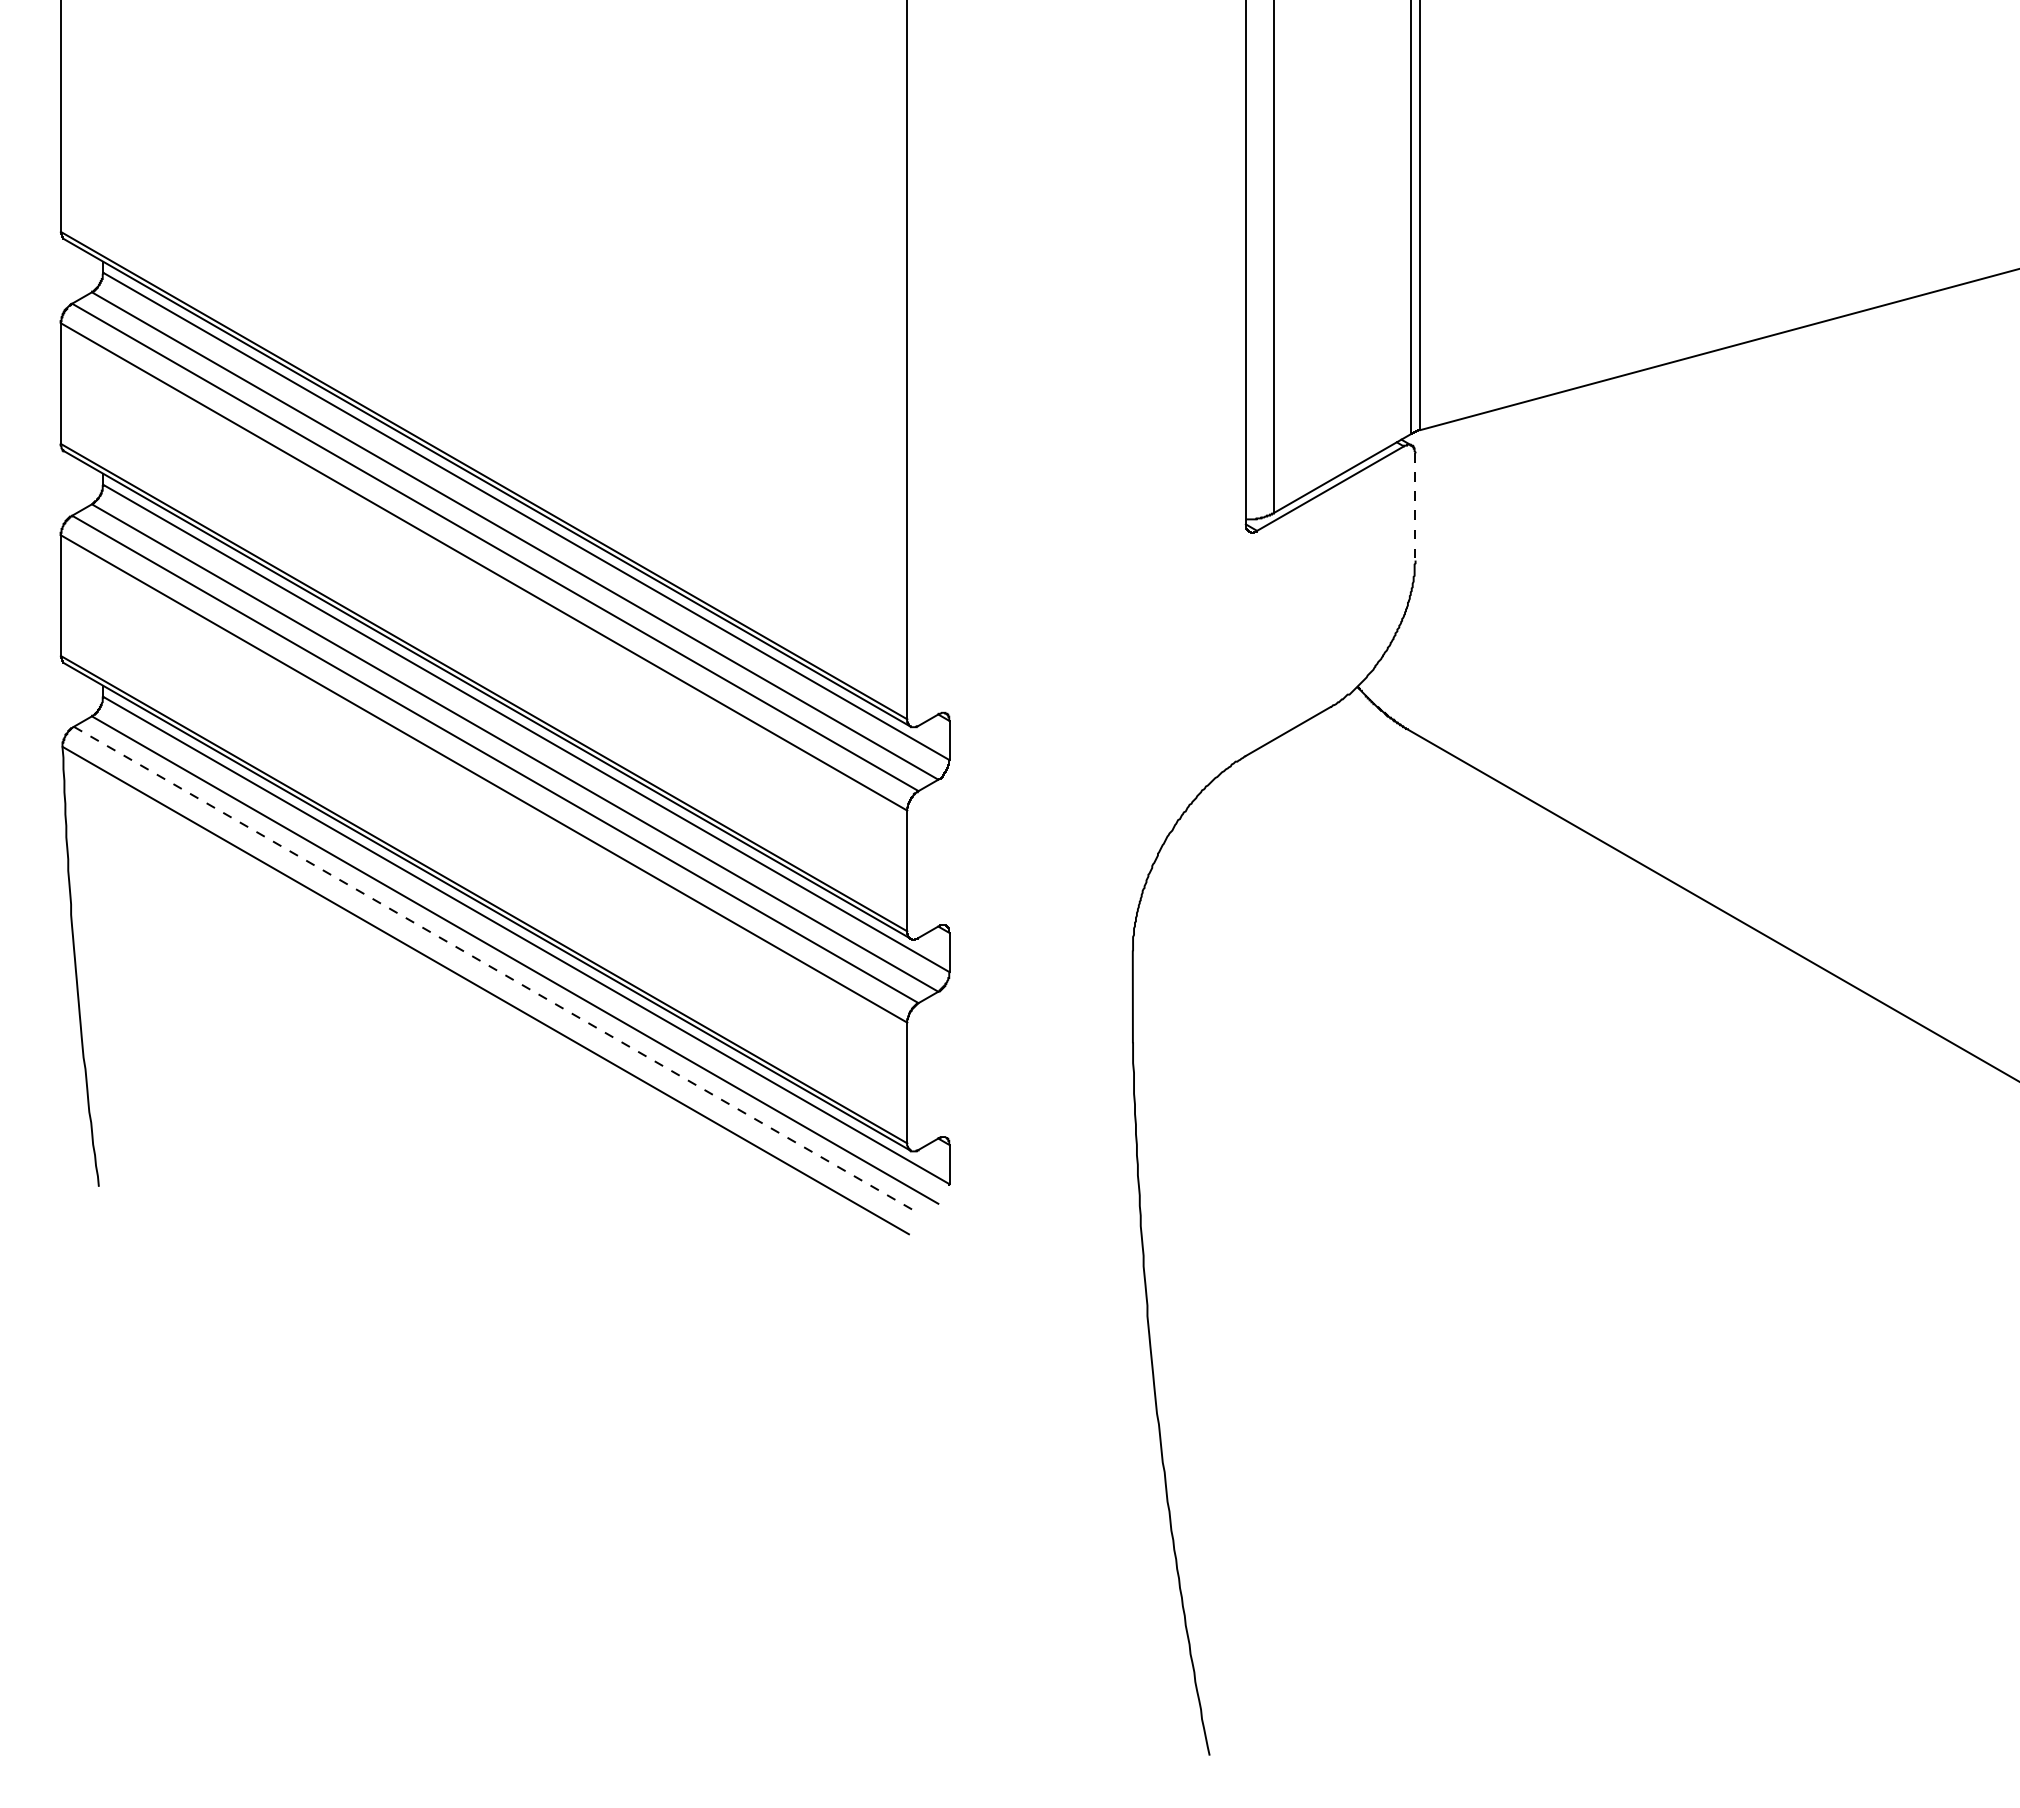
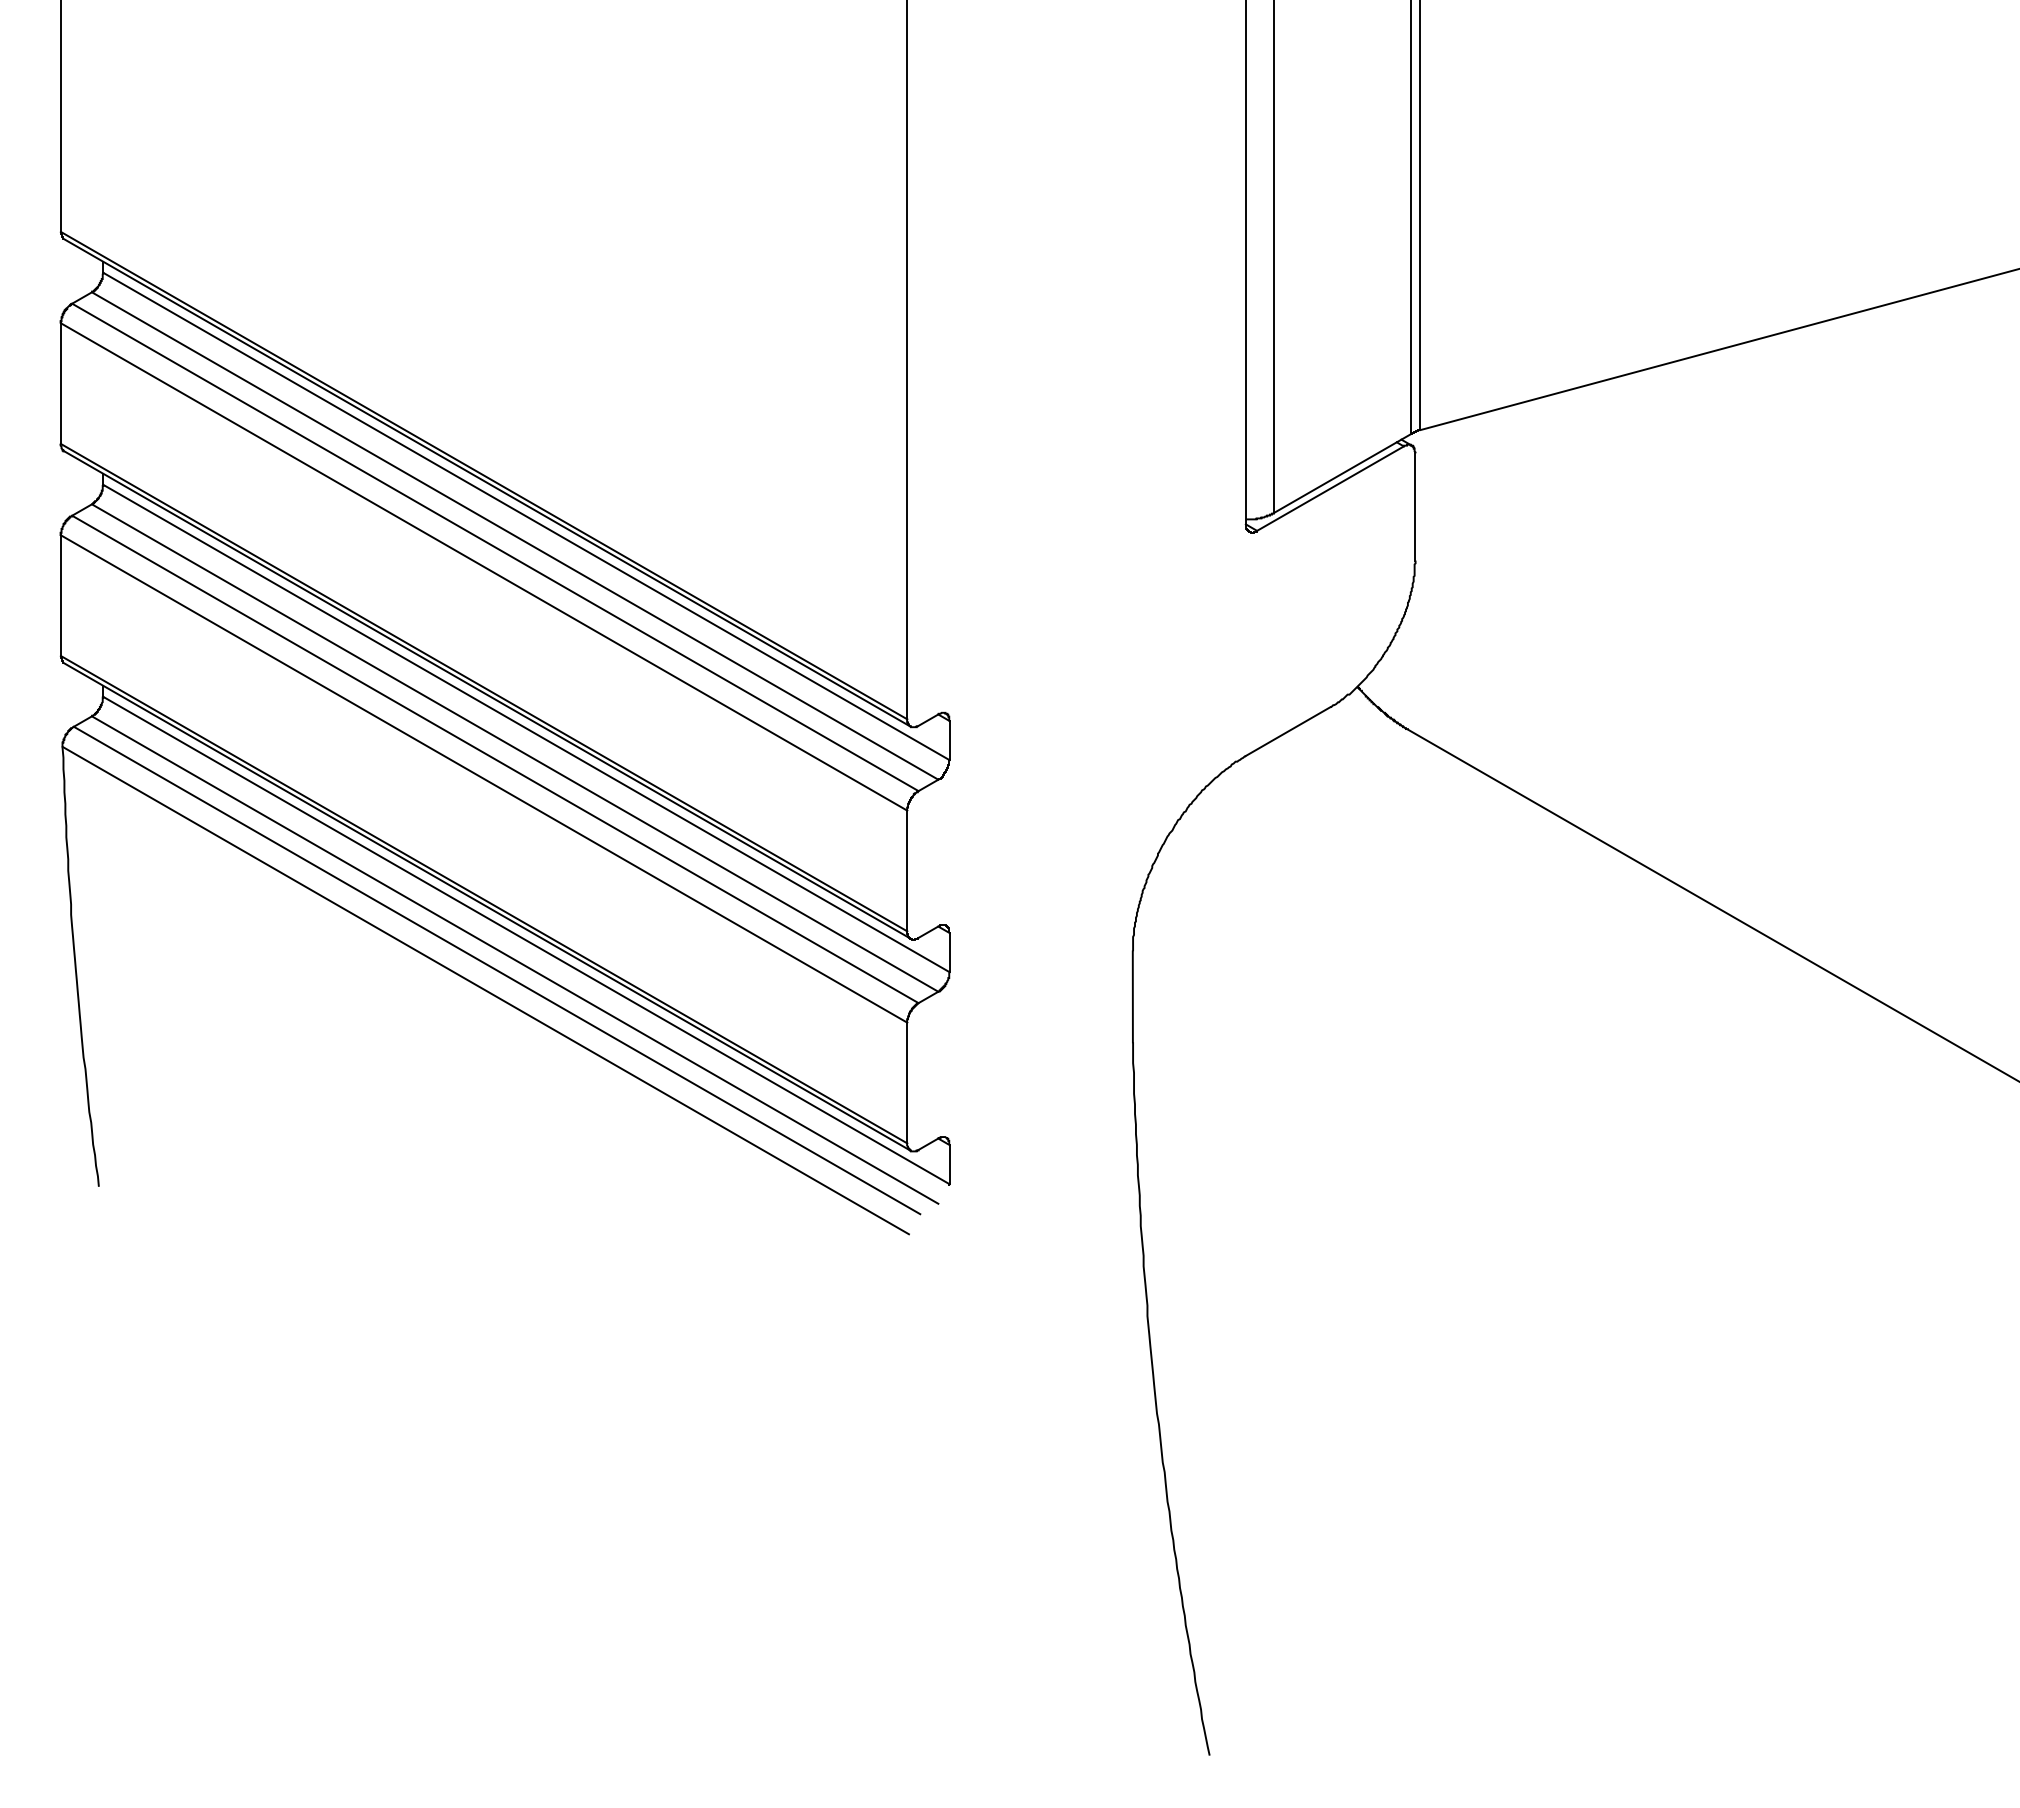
line at (1415, 506): dashed -> solid
line at (497, 970): dashed -> solid
